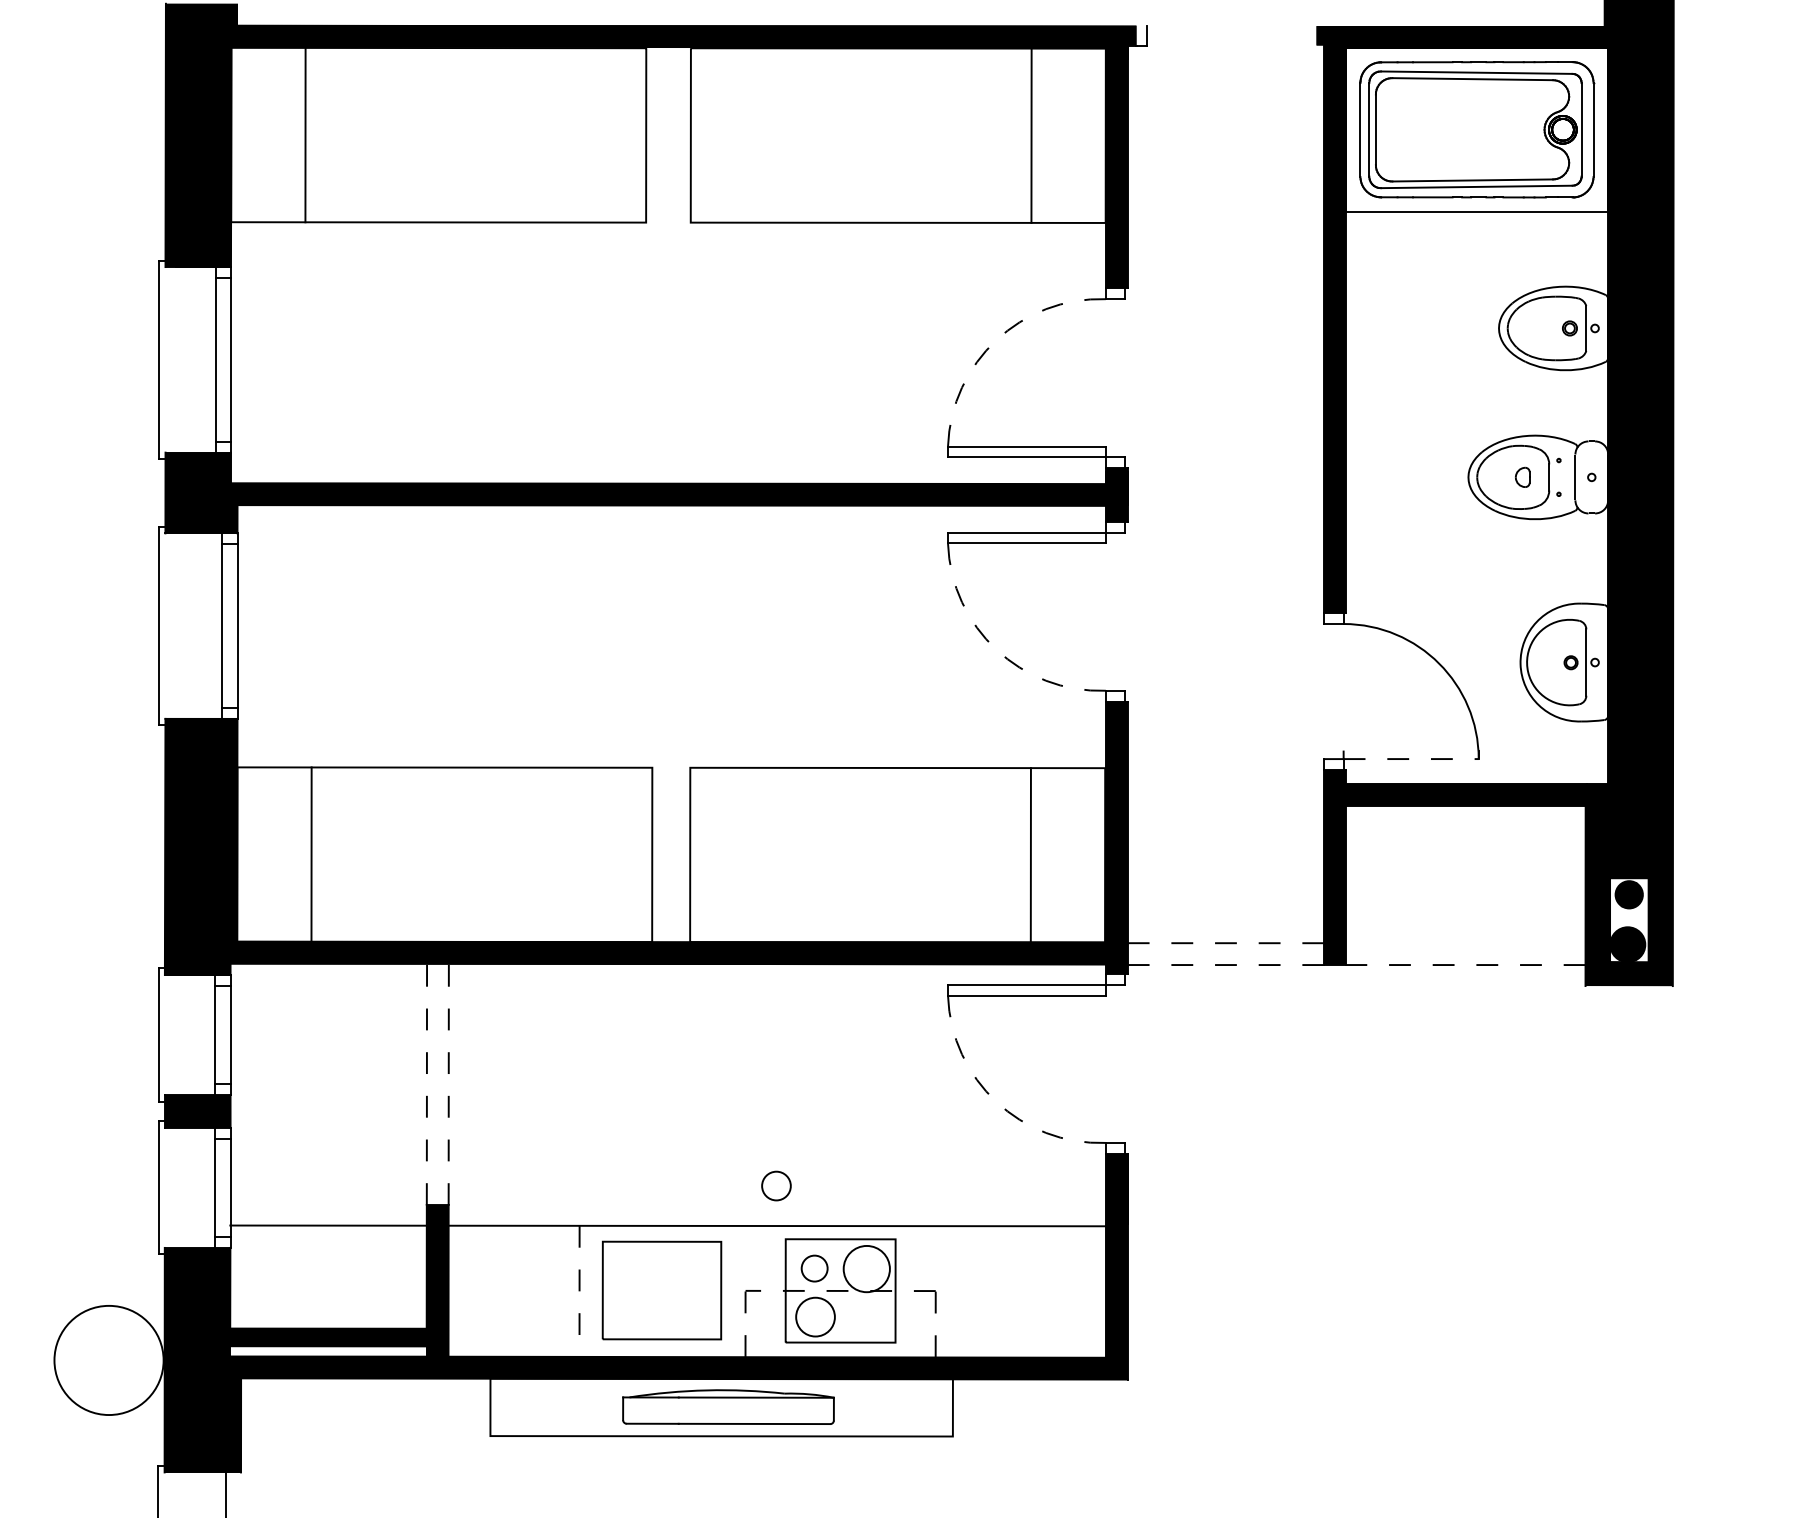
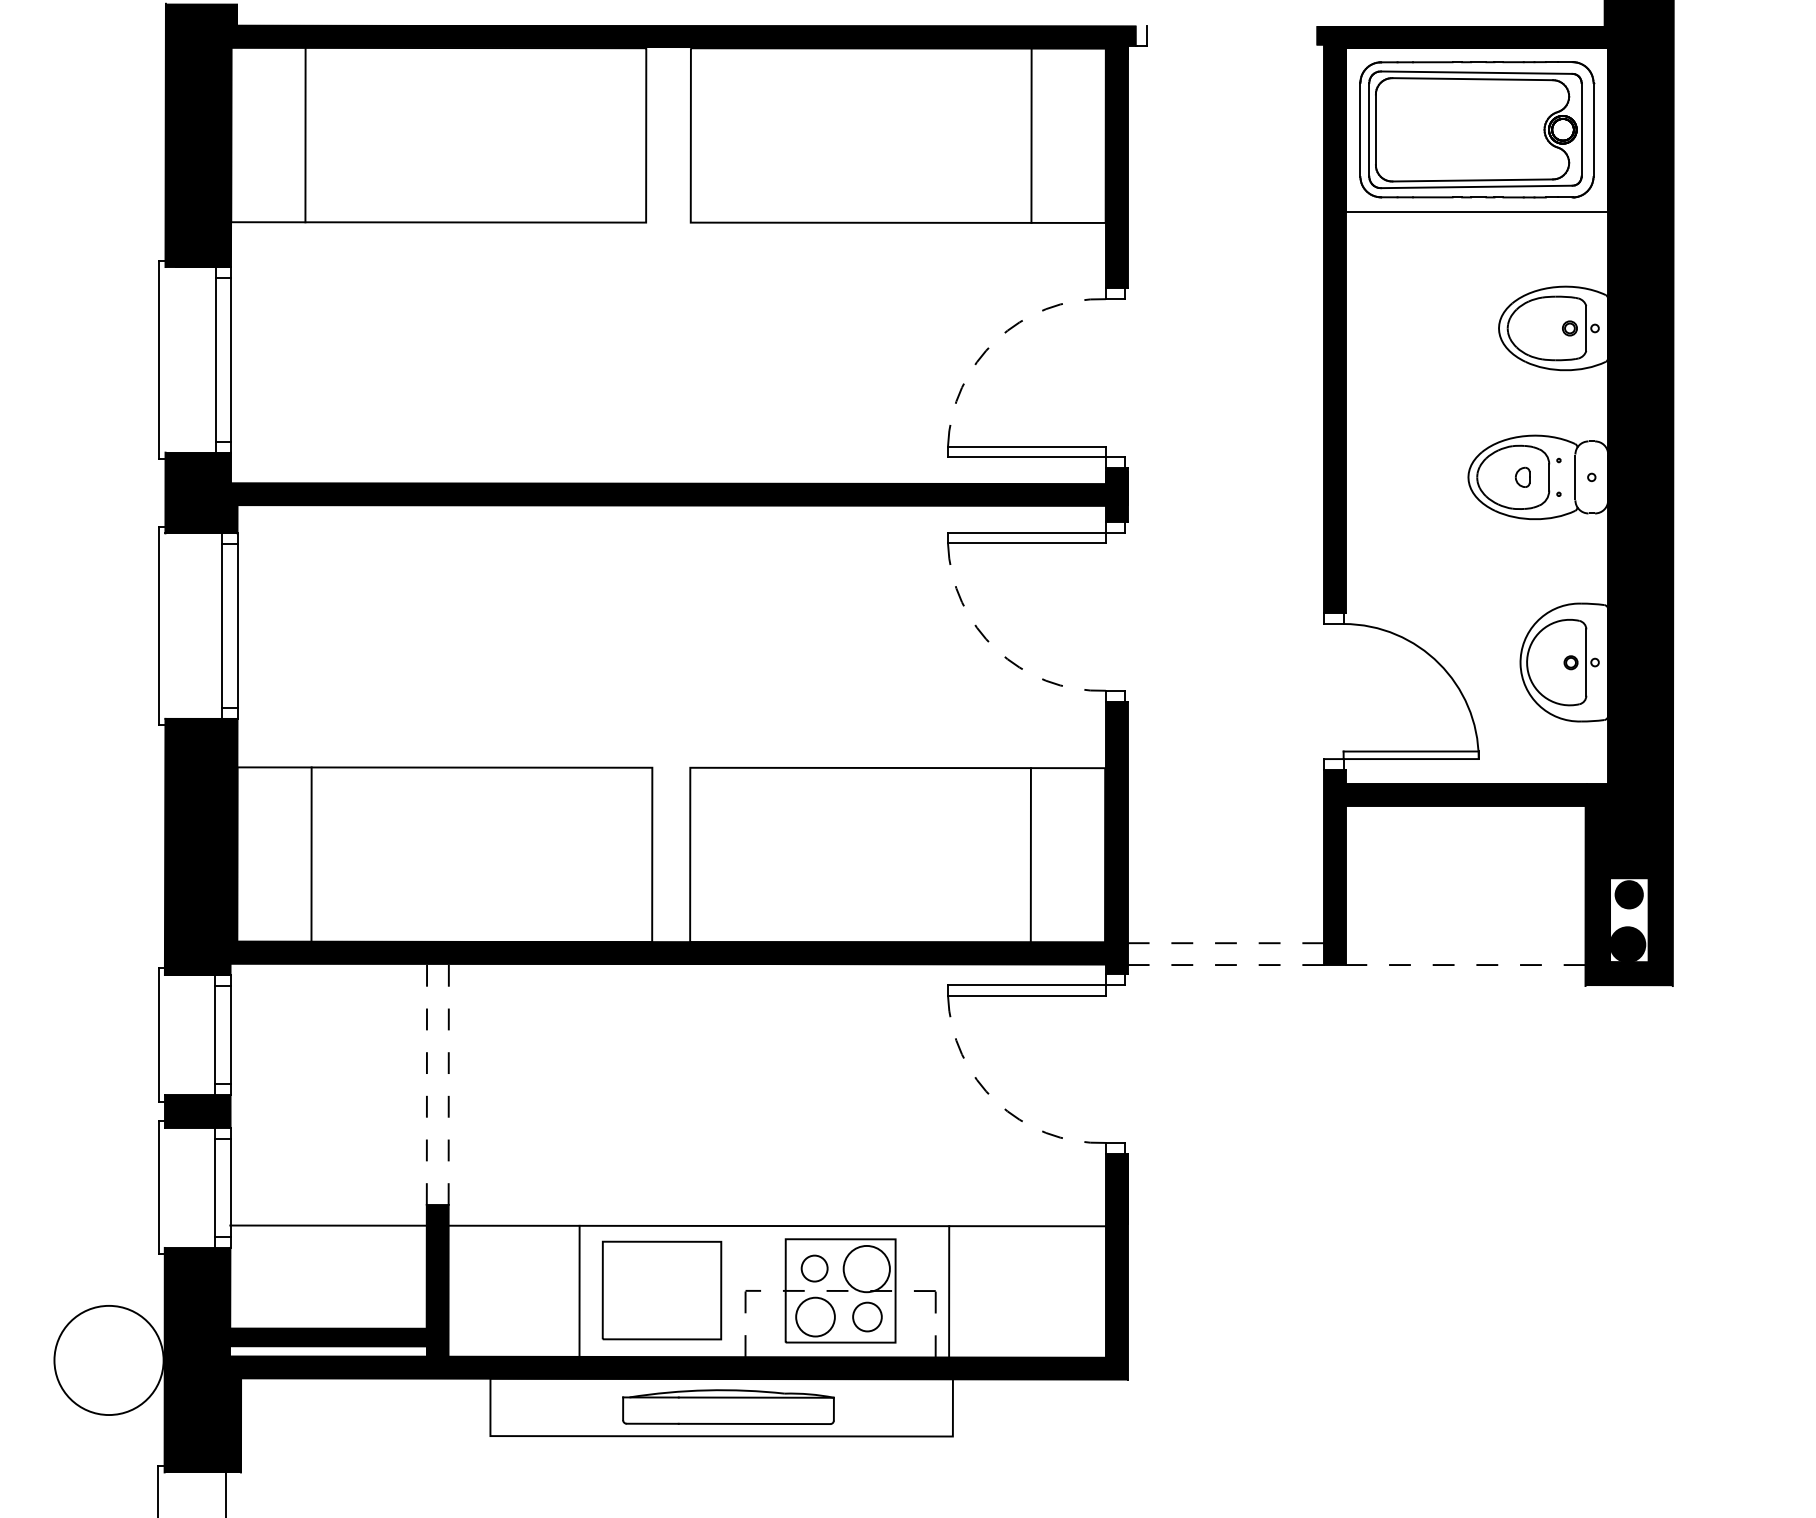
line at (1410, 751): none -> present
line at (1411, 759): dashed -> solid
circle at (776, 1185) position: (776, 1185) -> (867, 1316)
line at (579, 1291): dashed -> solid
line at (949, 1291): none -> present
